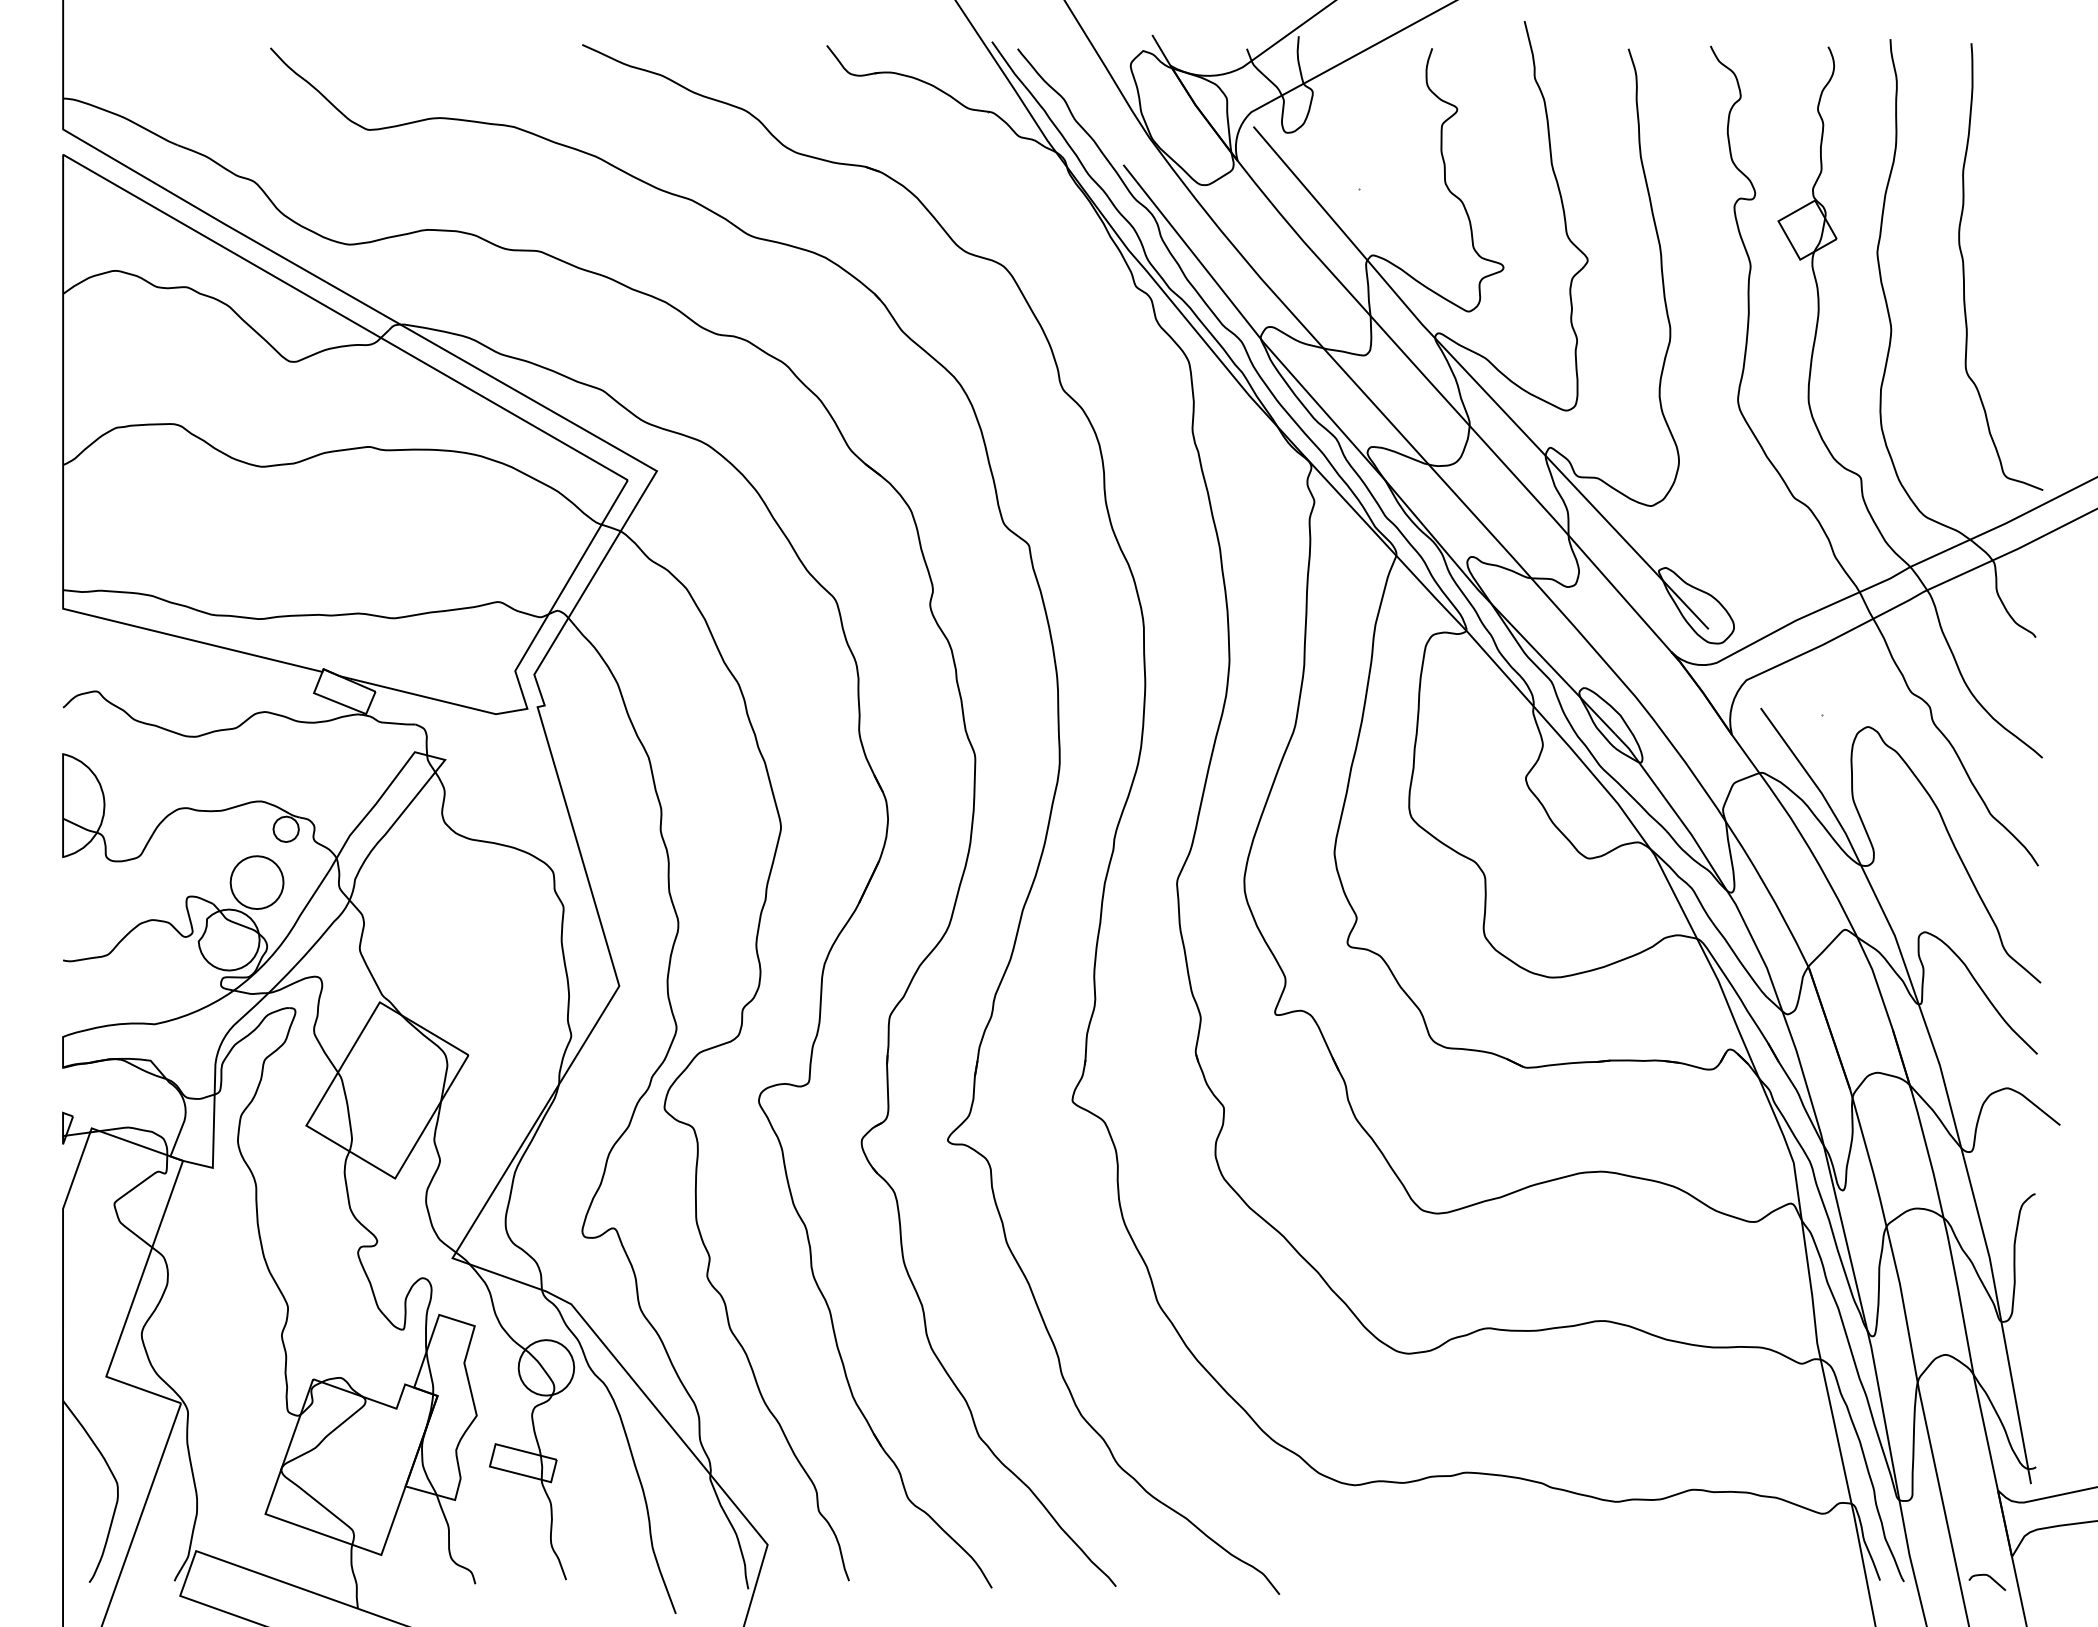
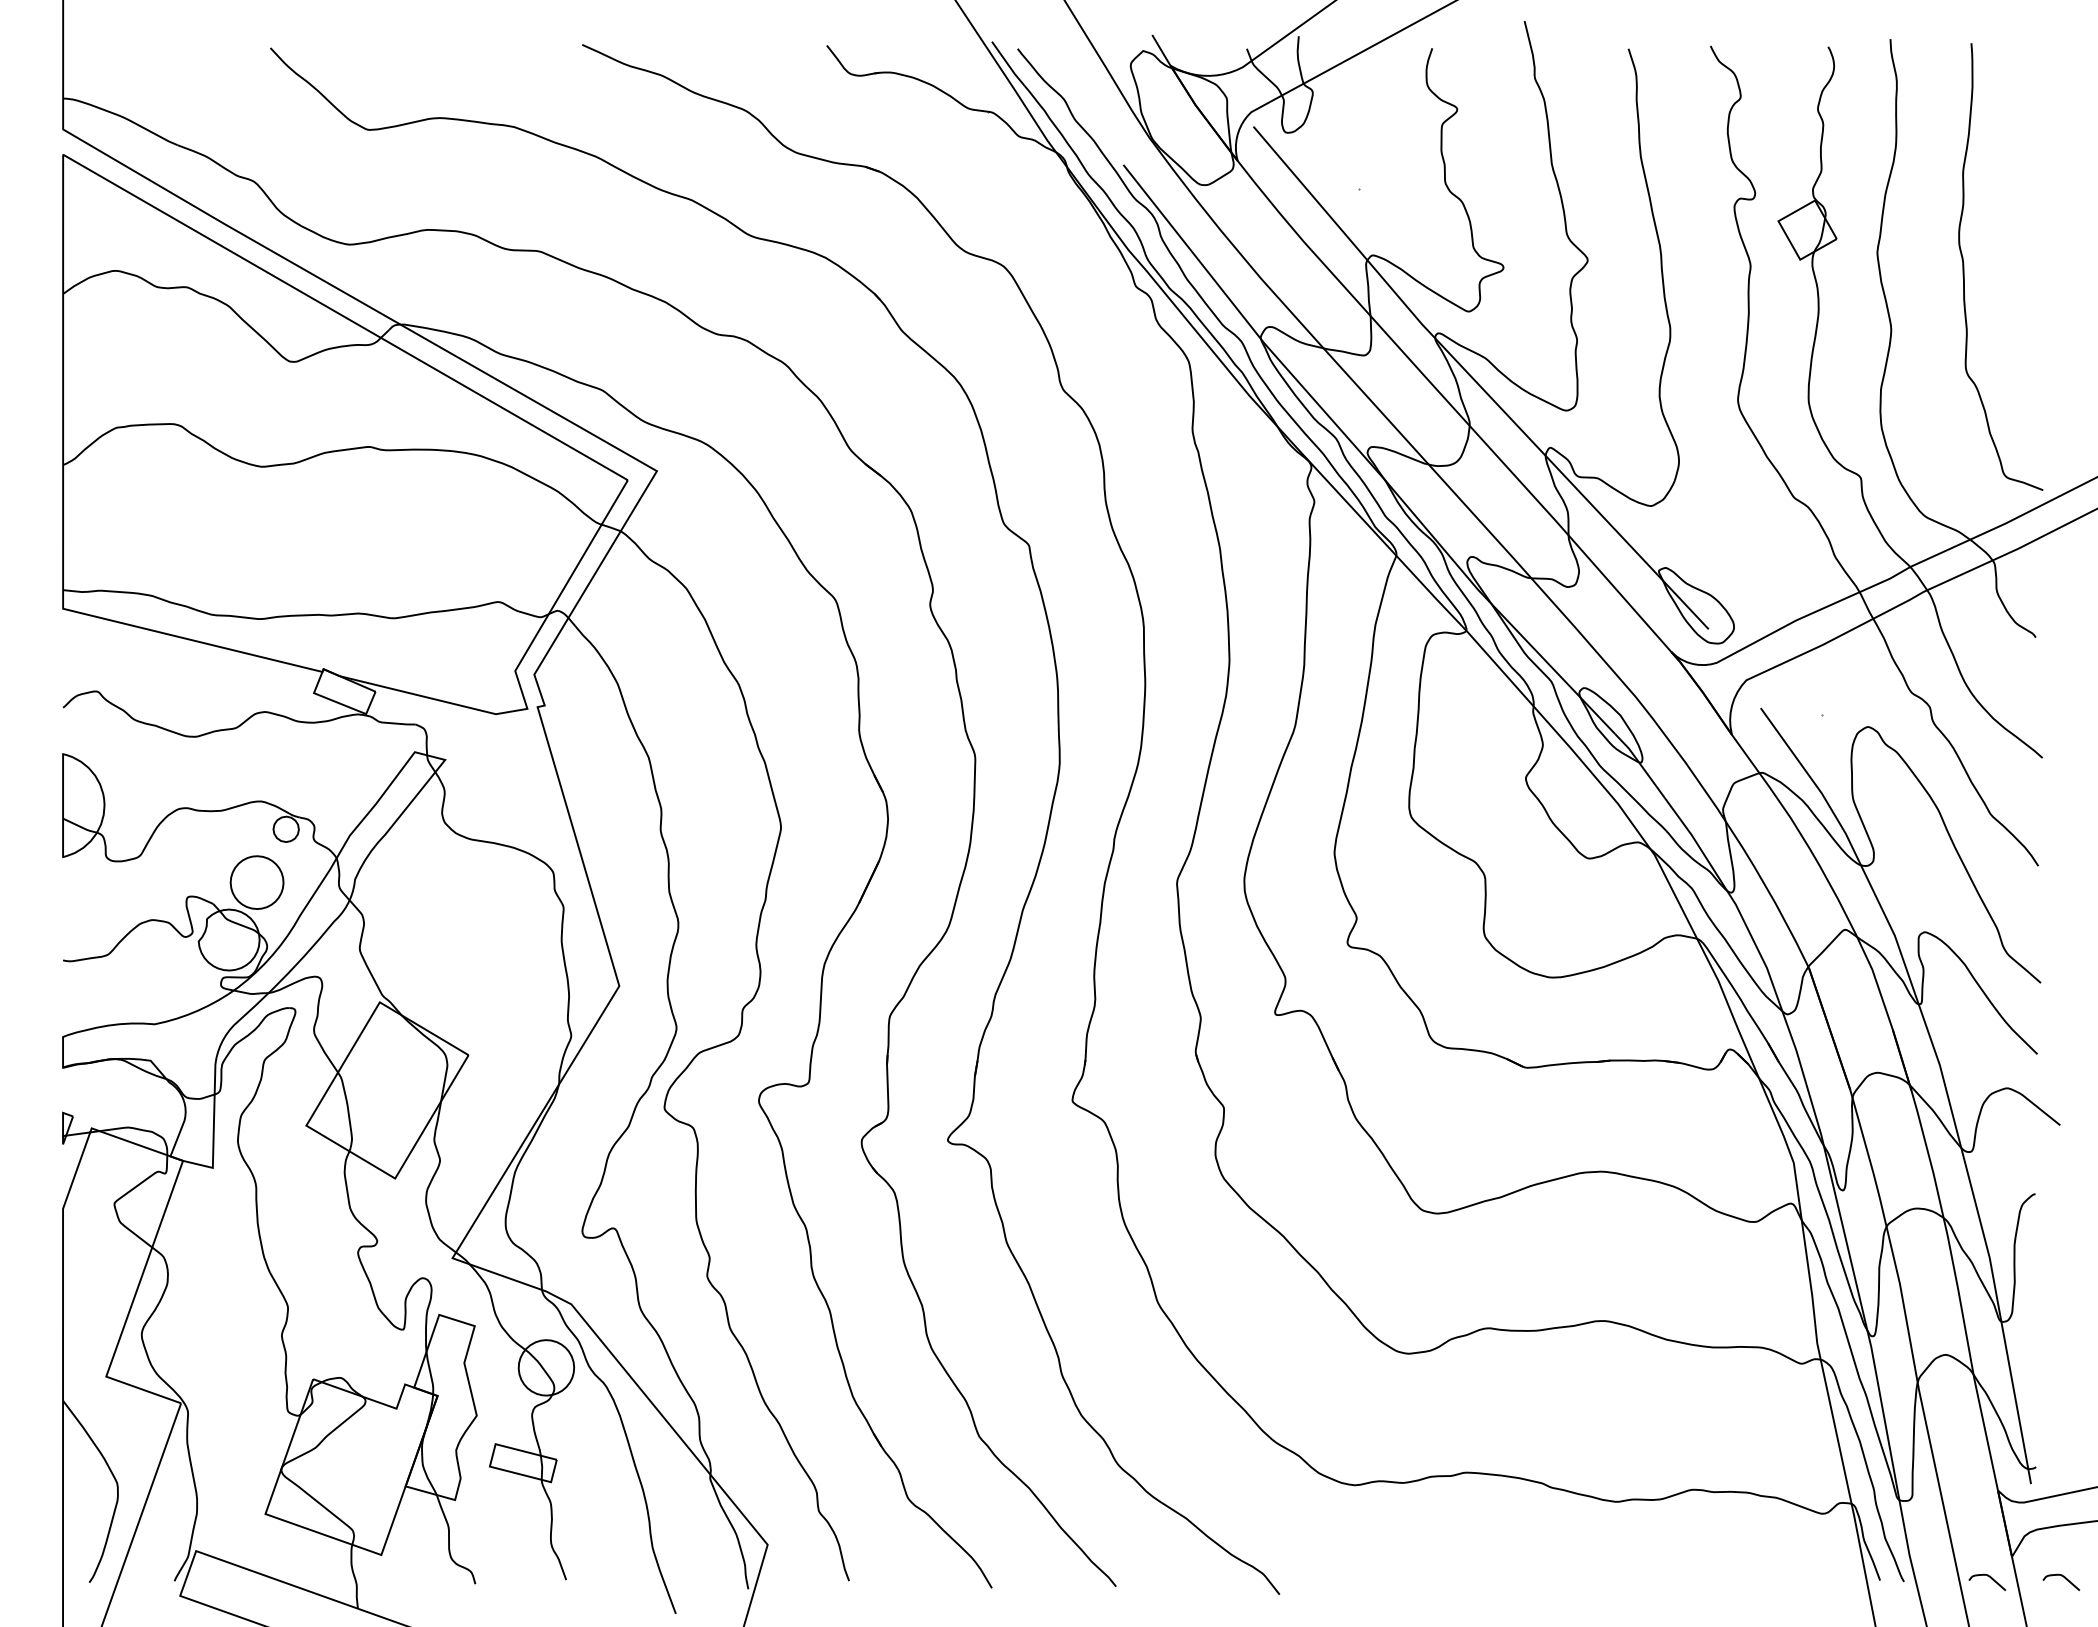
curve at (2064, 1578): none -> present
